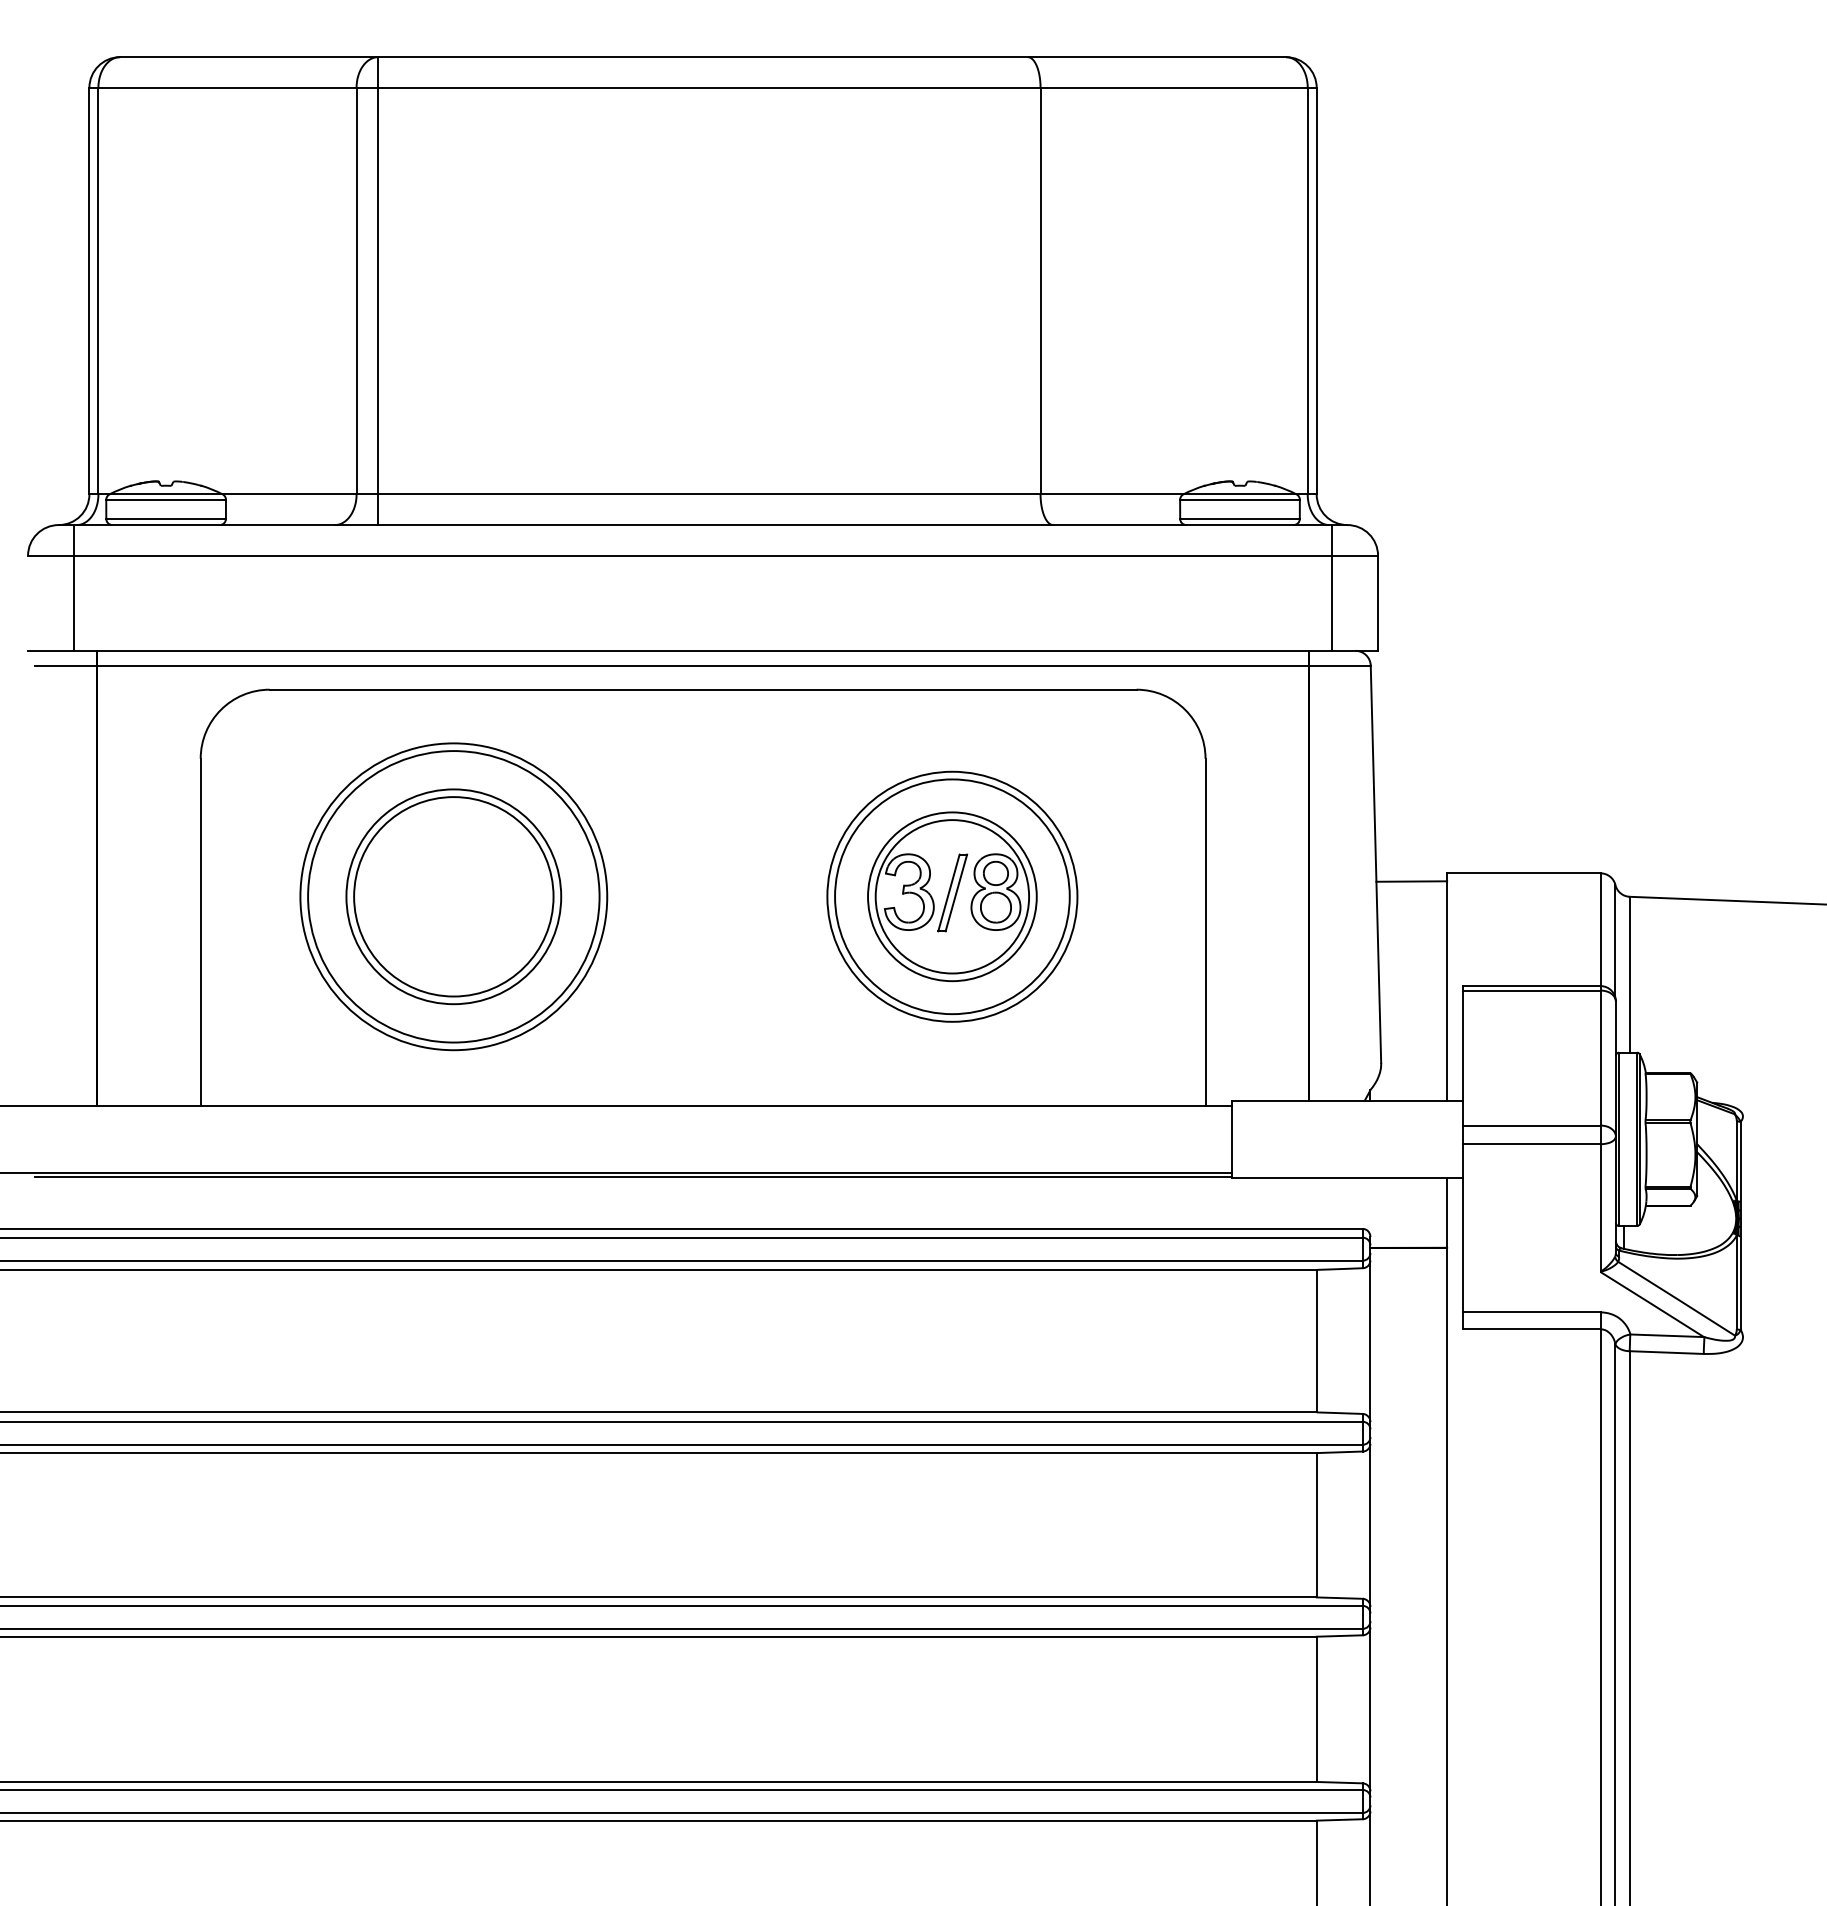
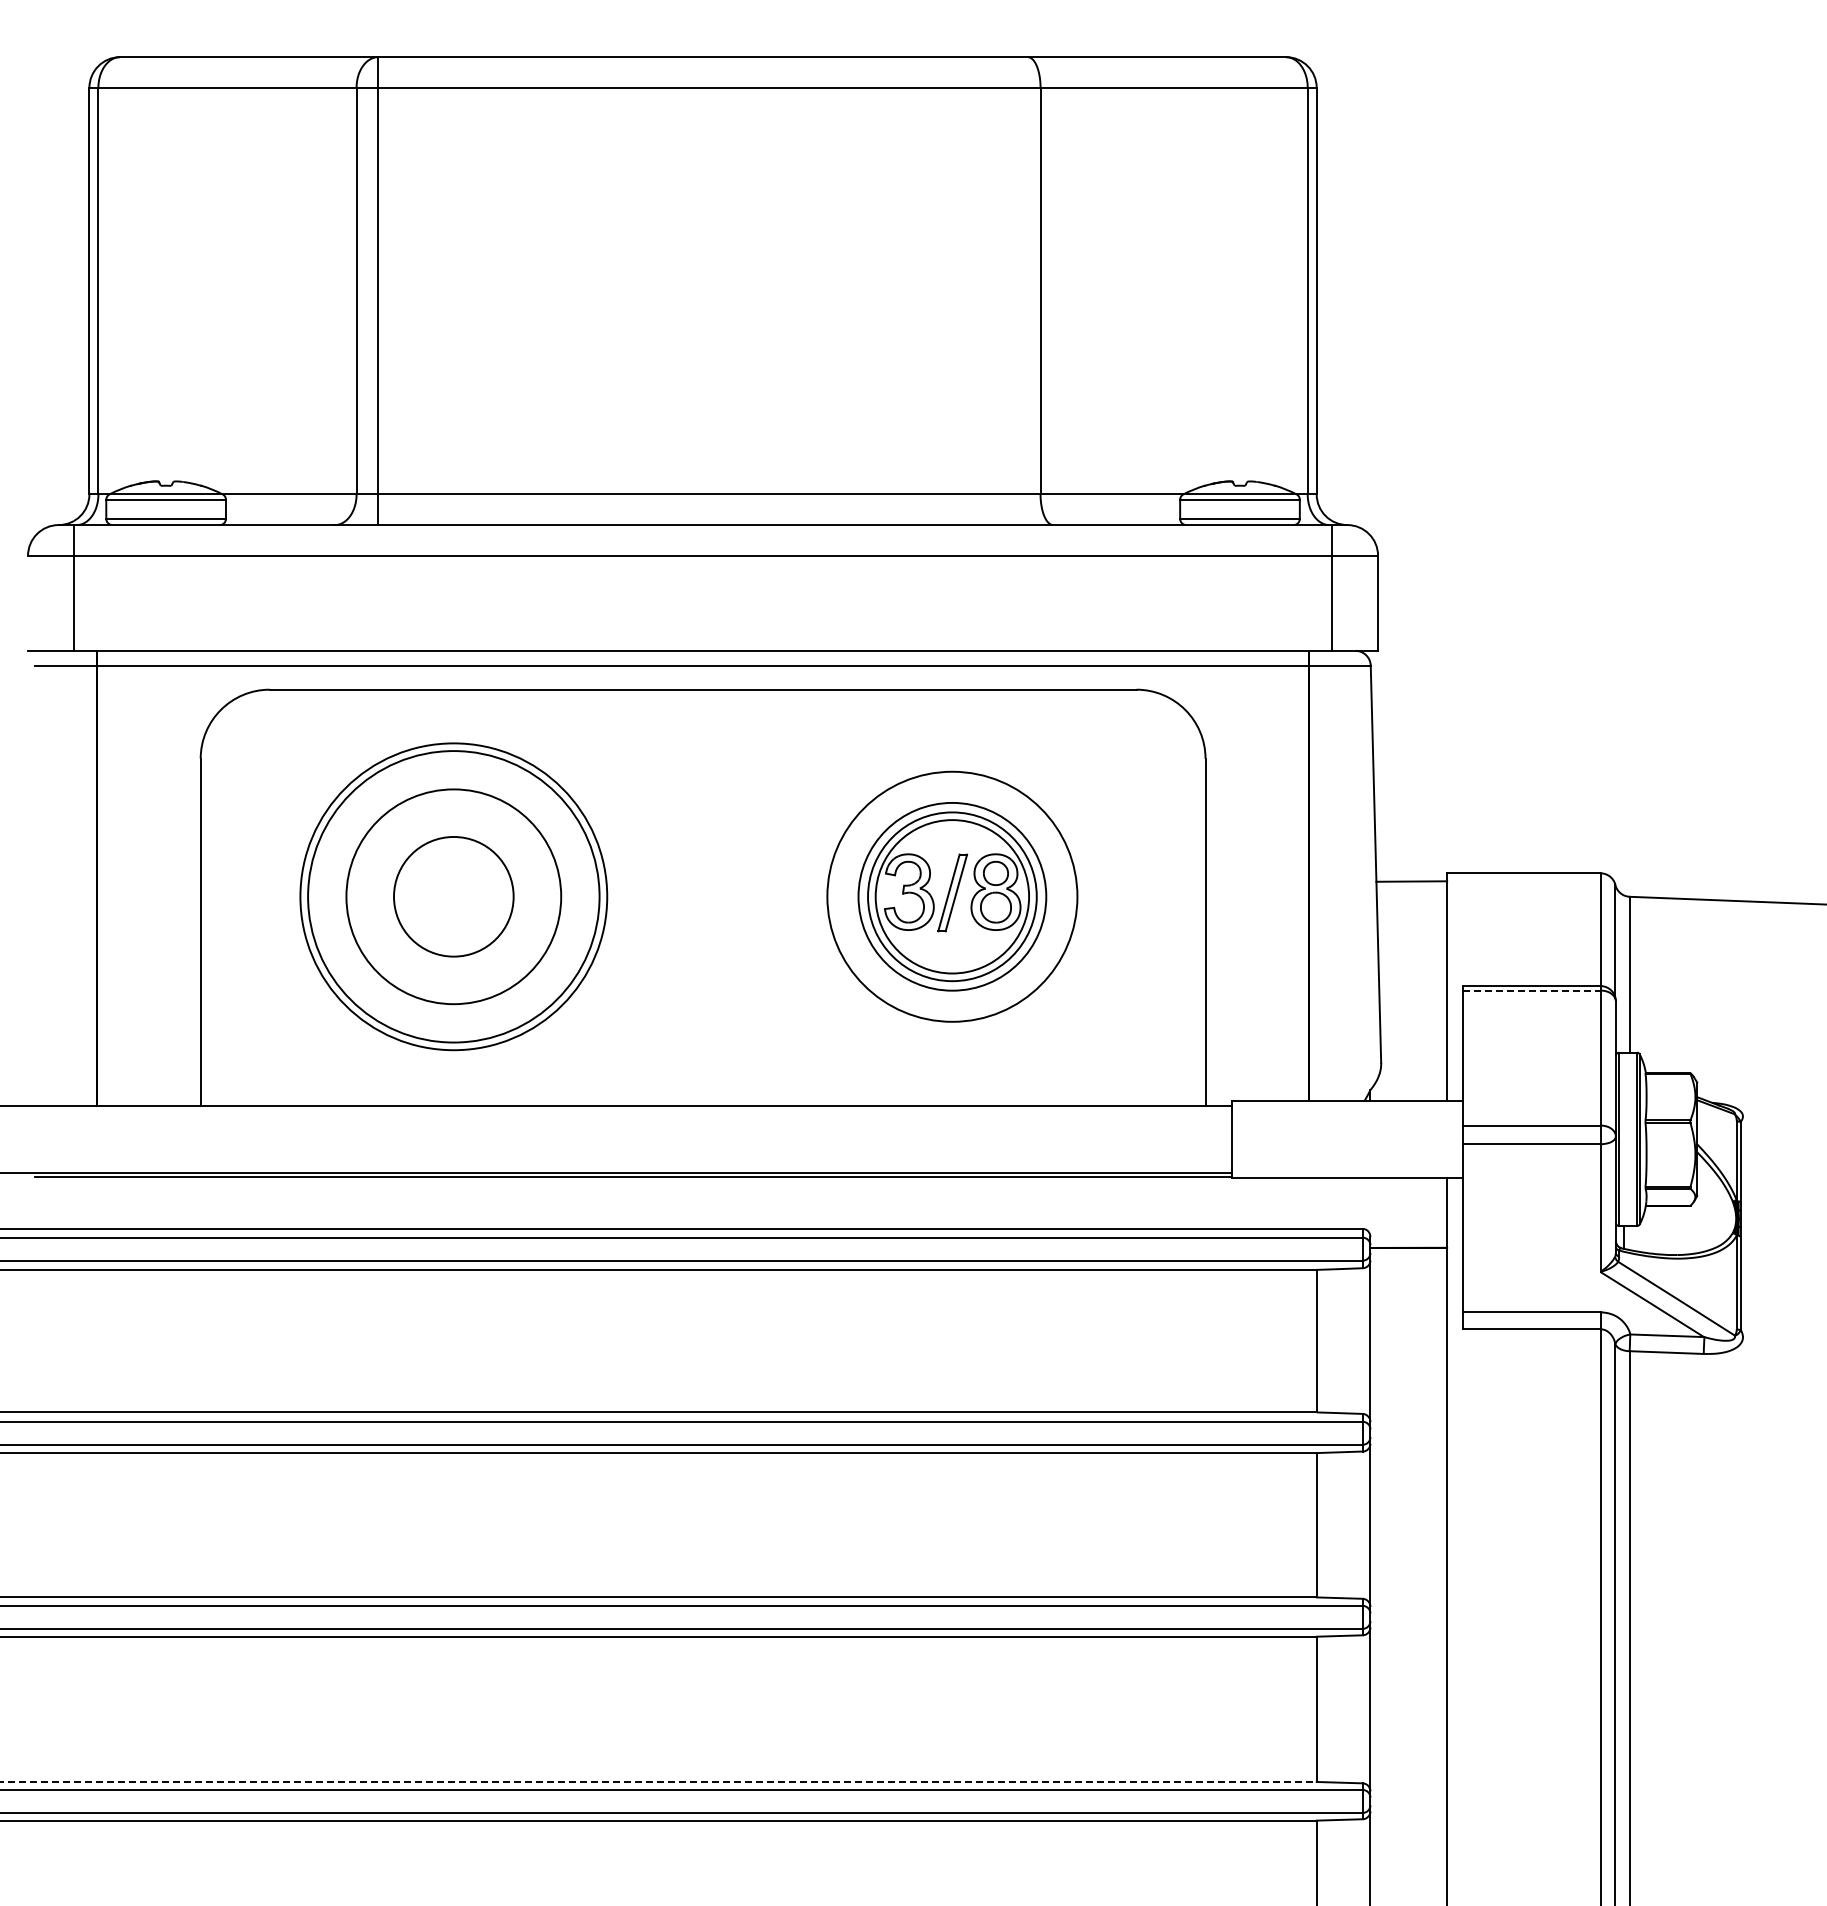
circle at (453, 896) diameter: 199 px -> 120 px
circle at (952, 896) diameter: 235 px -> 188 px
line at (1532, 990): solid -> dashed
line at (659, 1781): solid -> dashed
